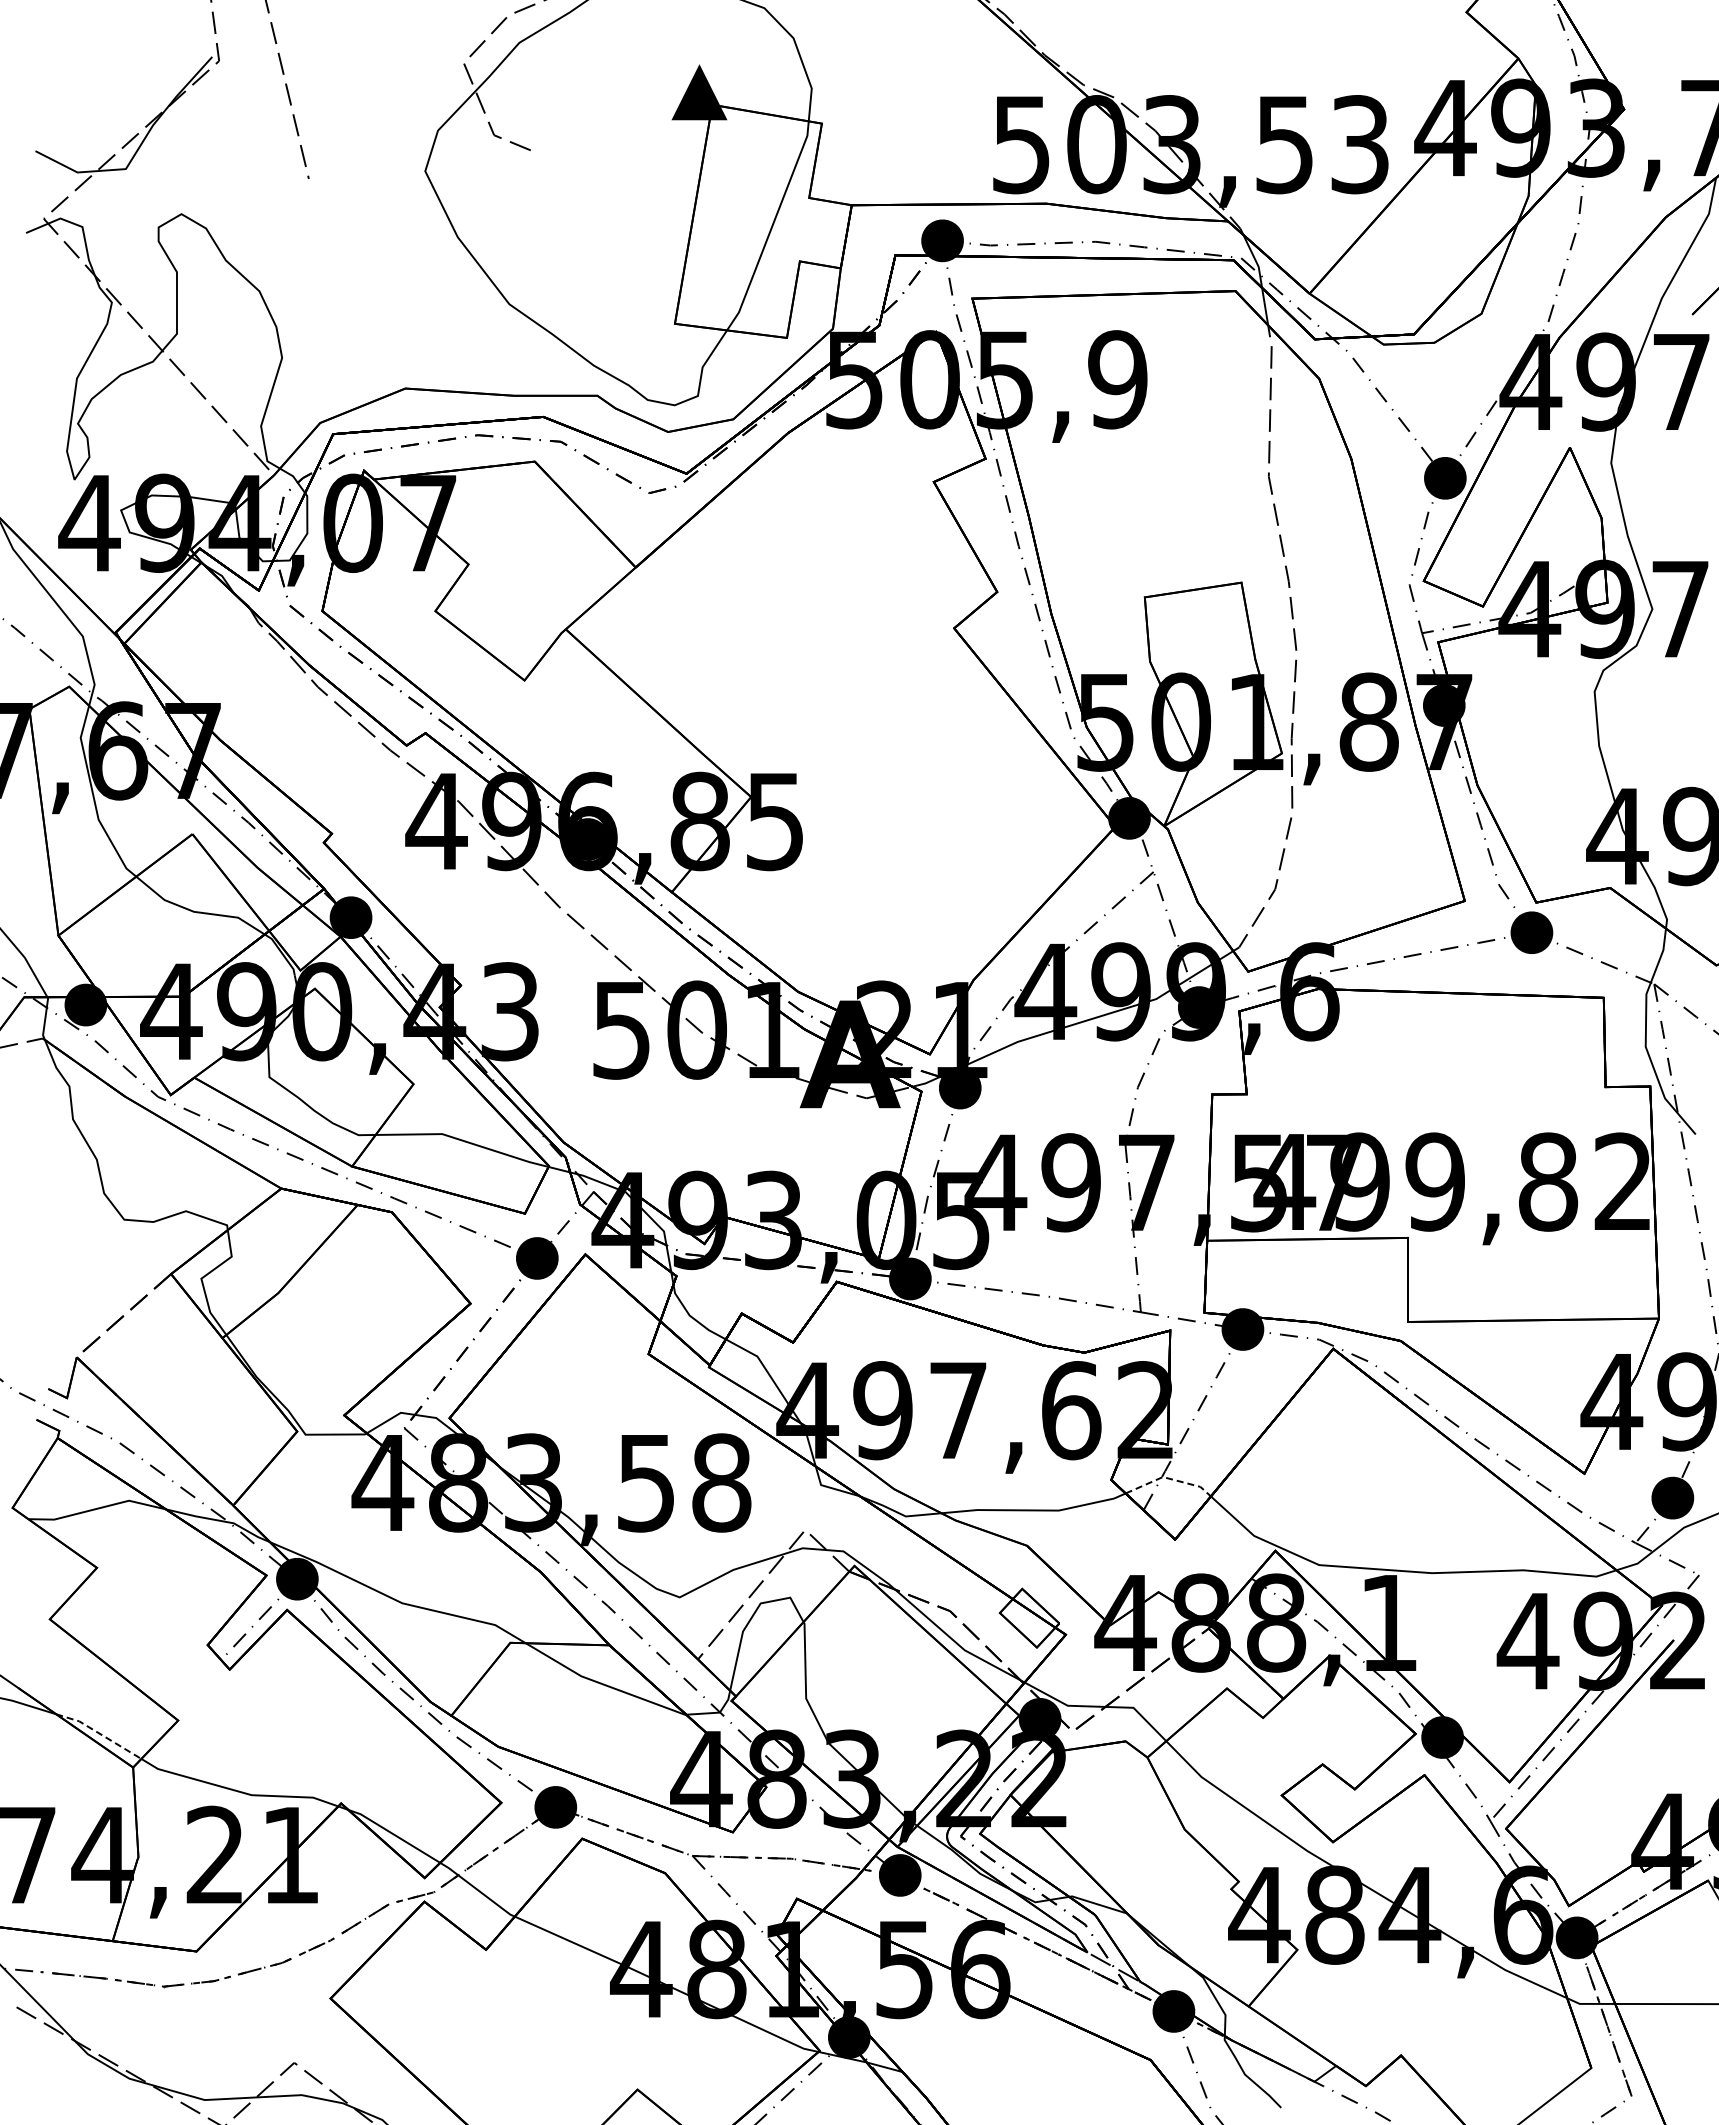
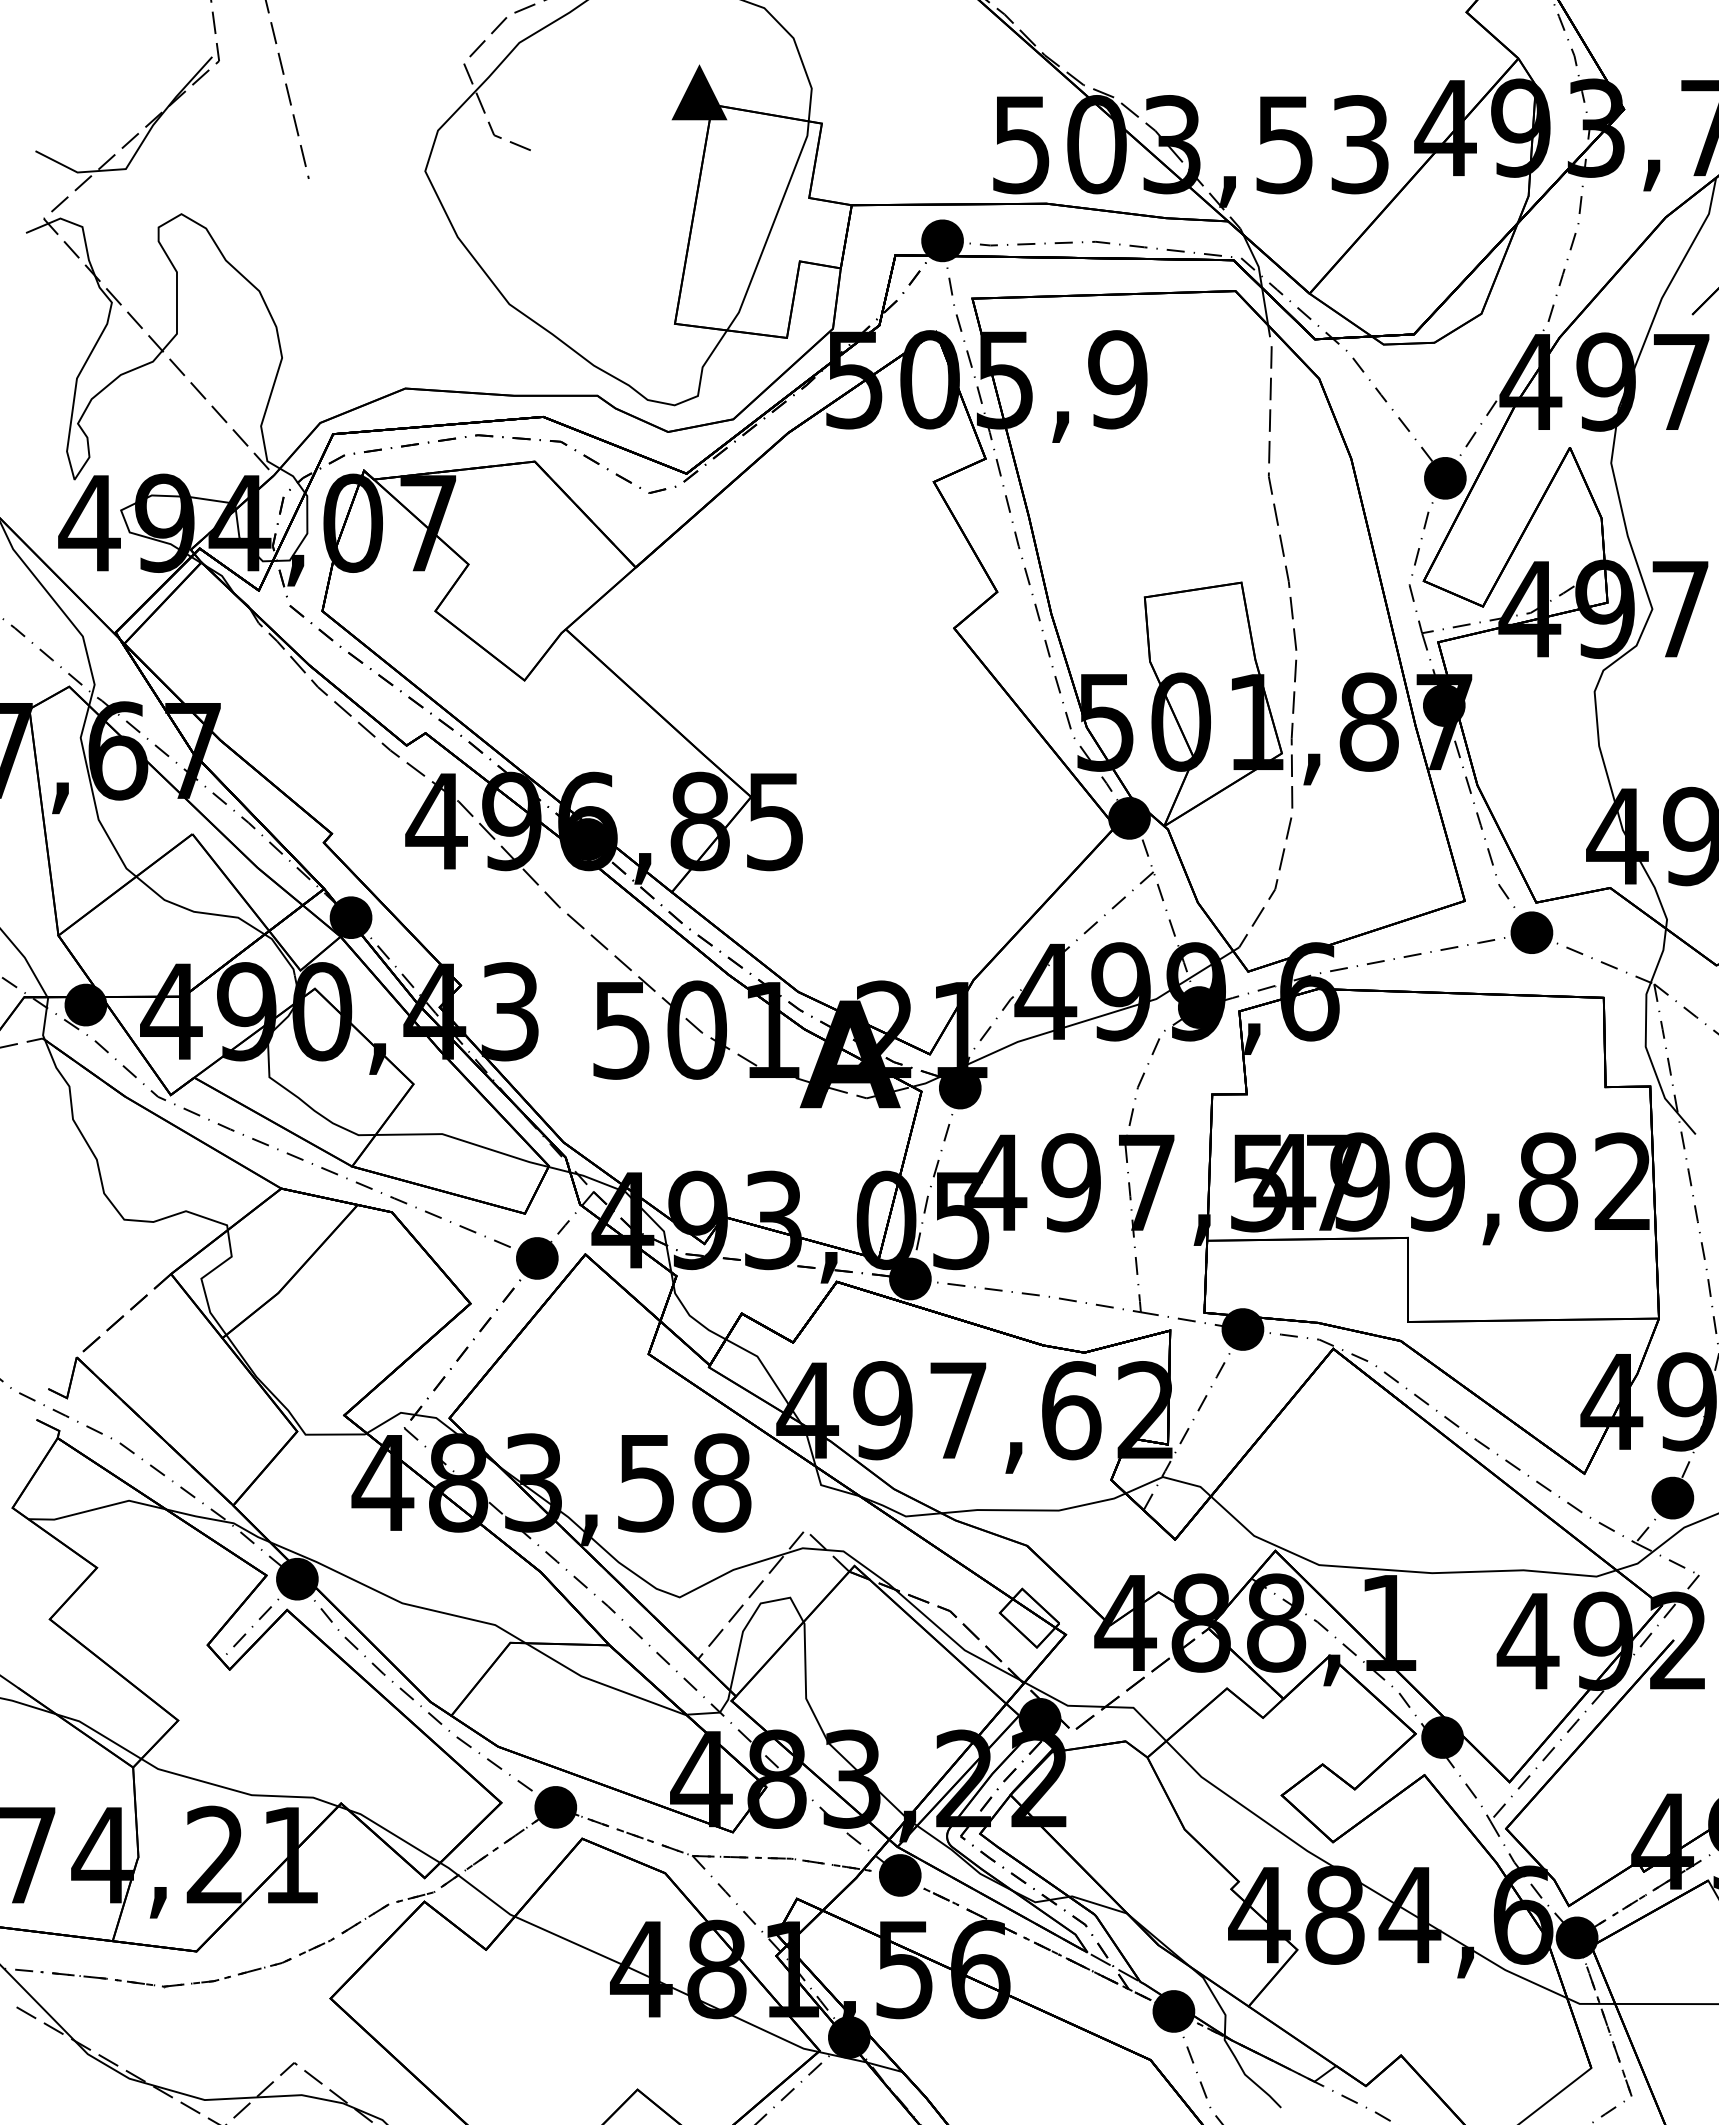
line at (1169, 1478): dashed -> solid
line at (99, 1733): dashed -> solid
